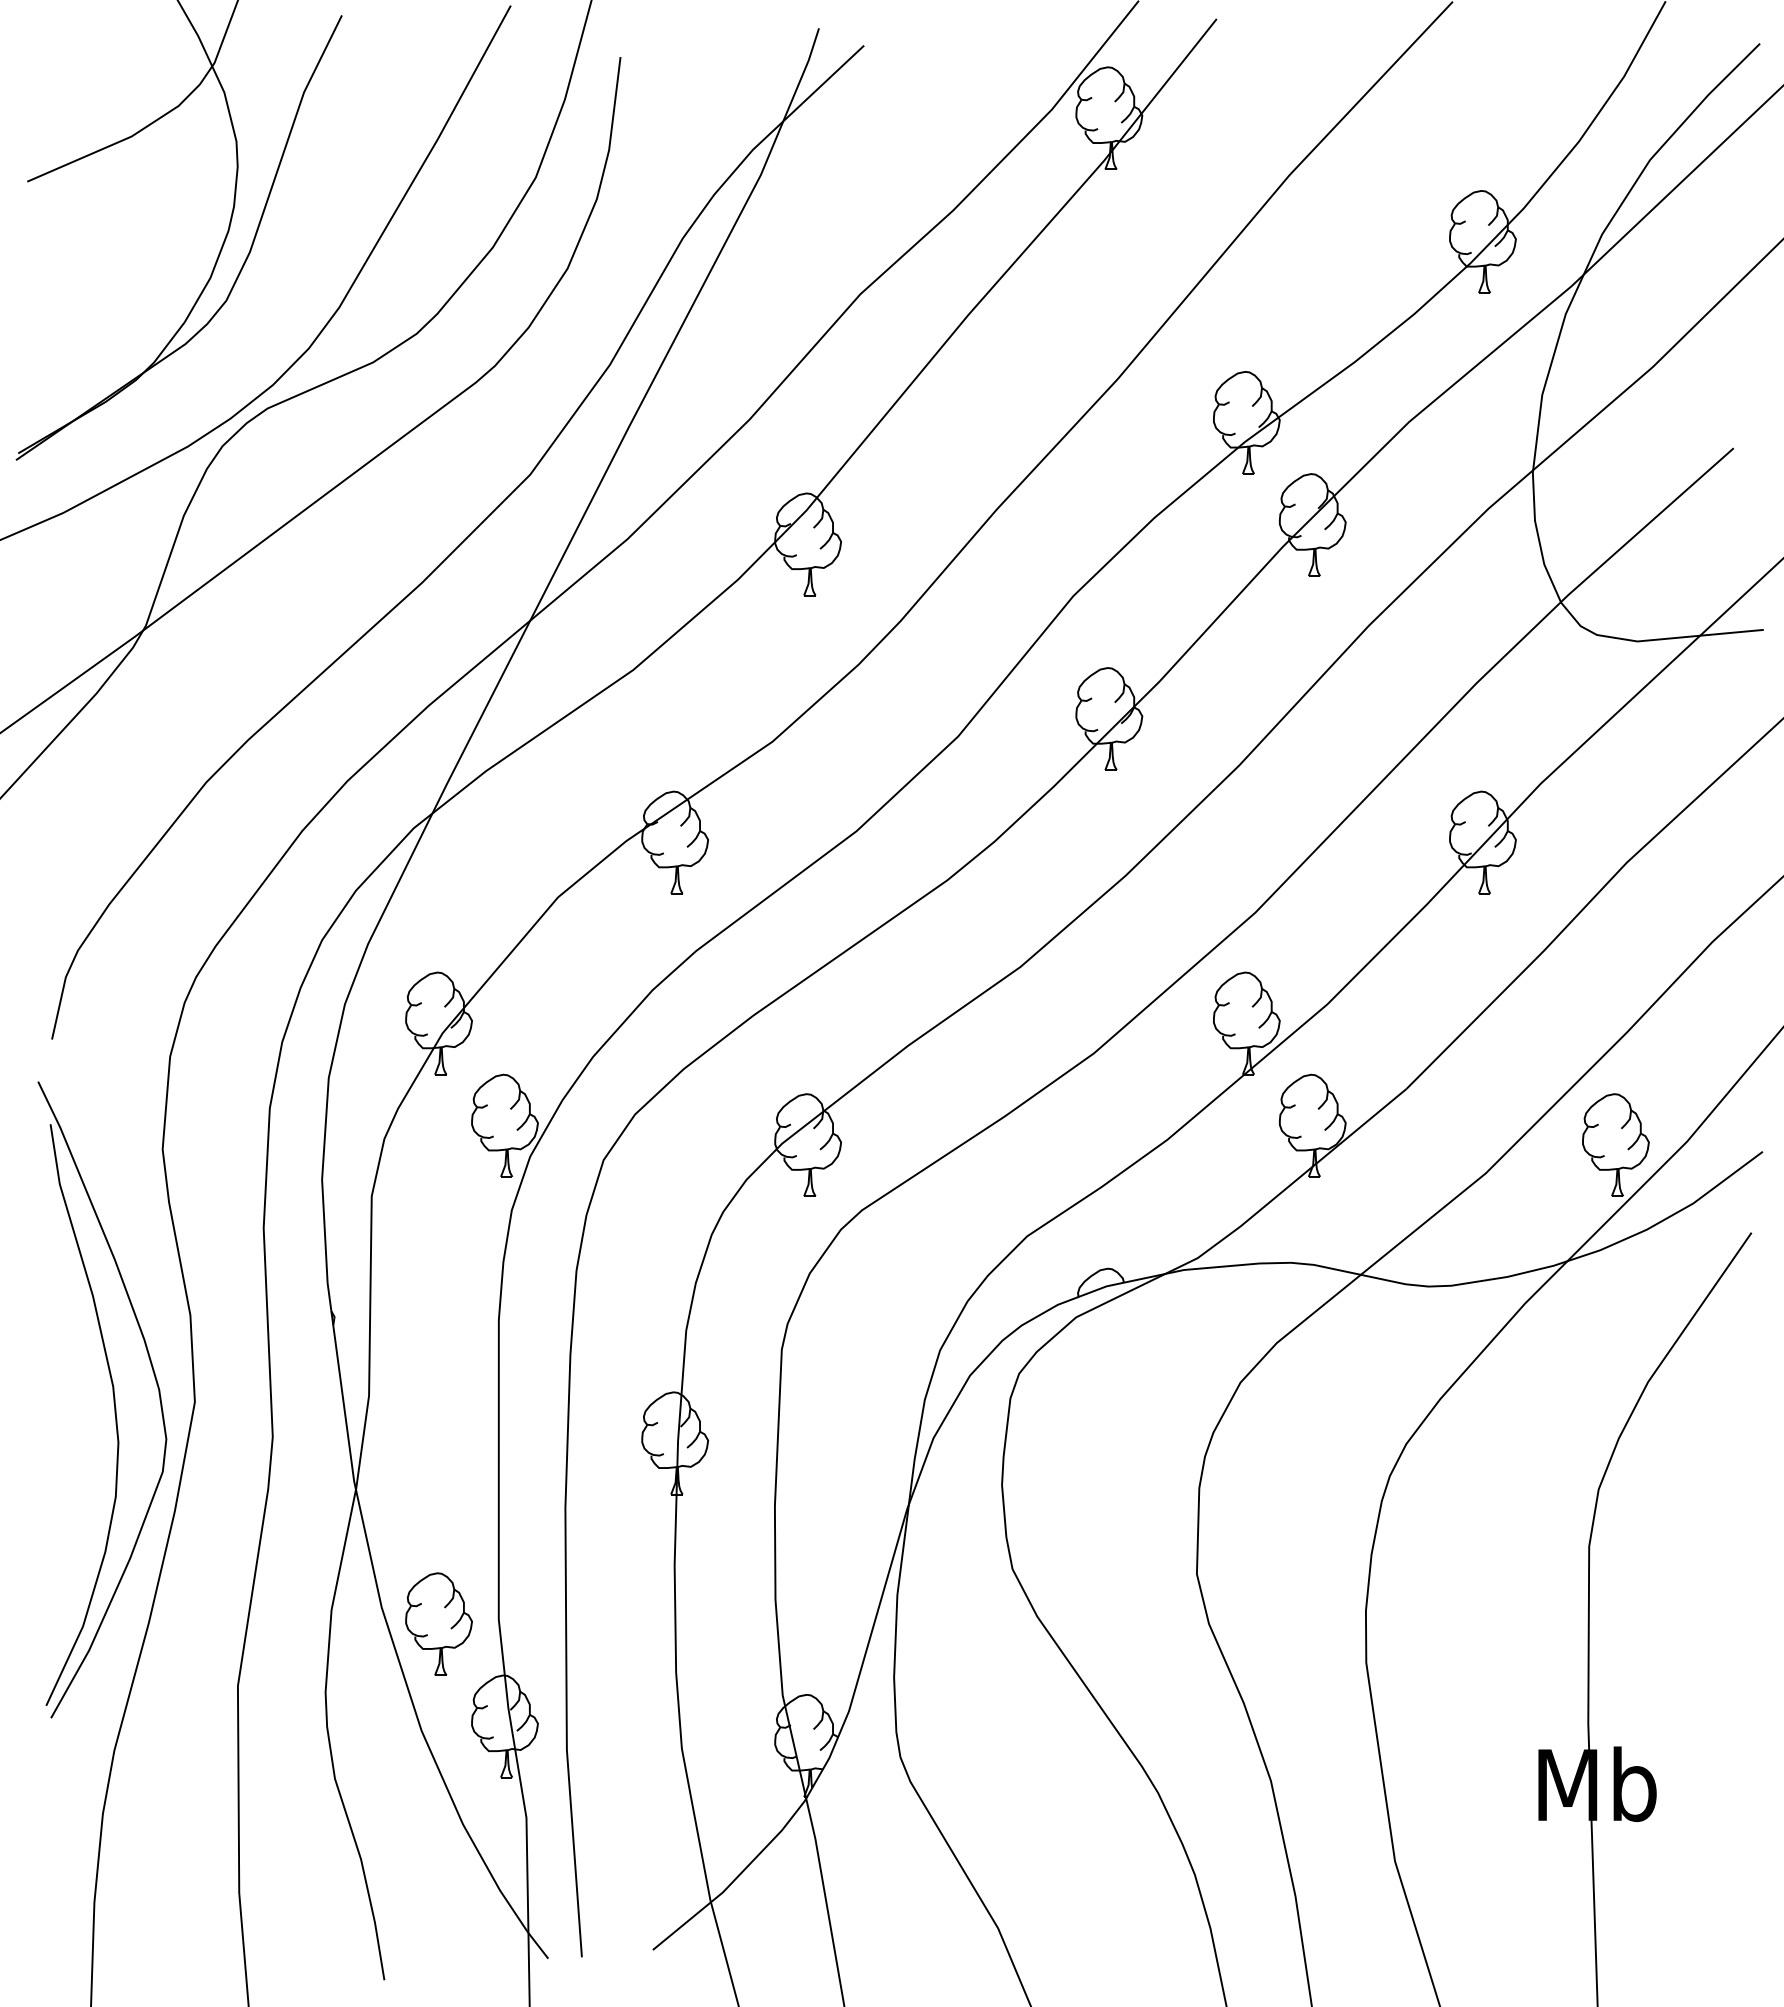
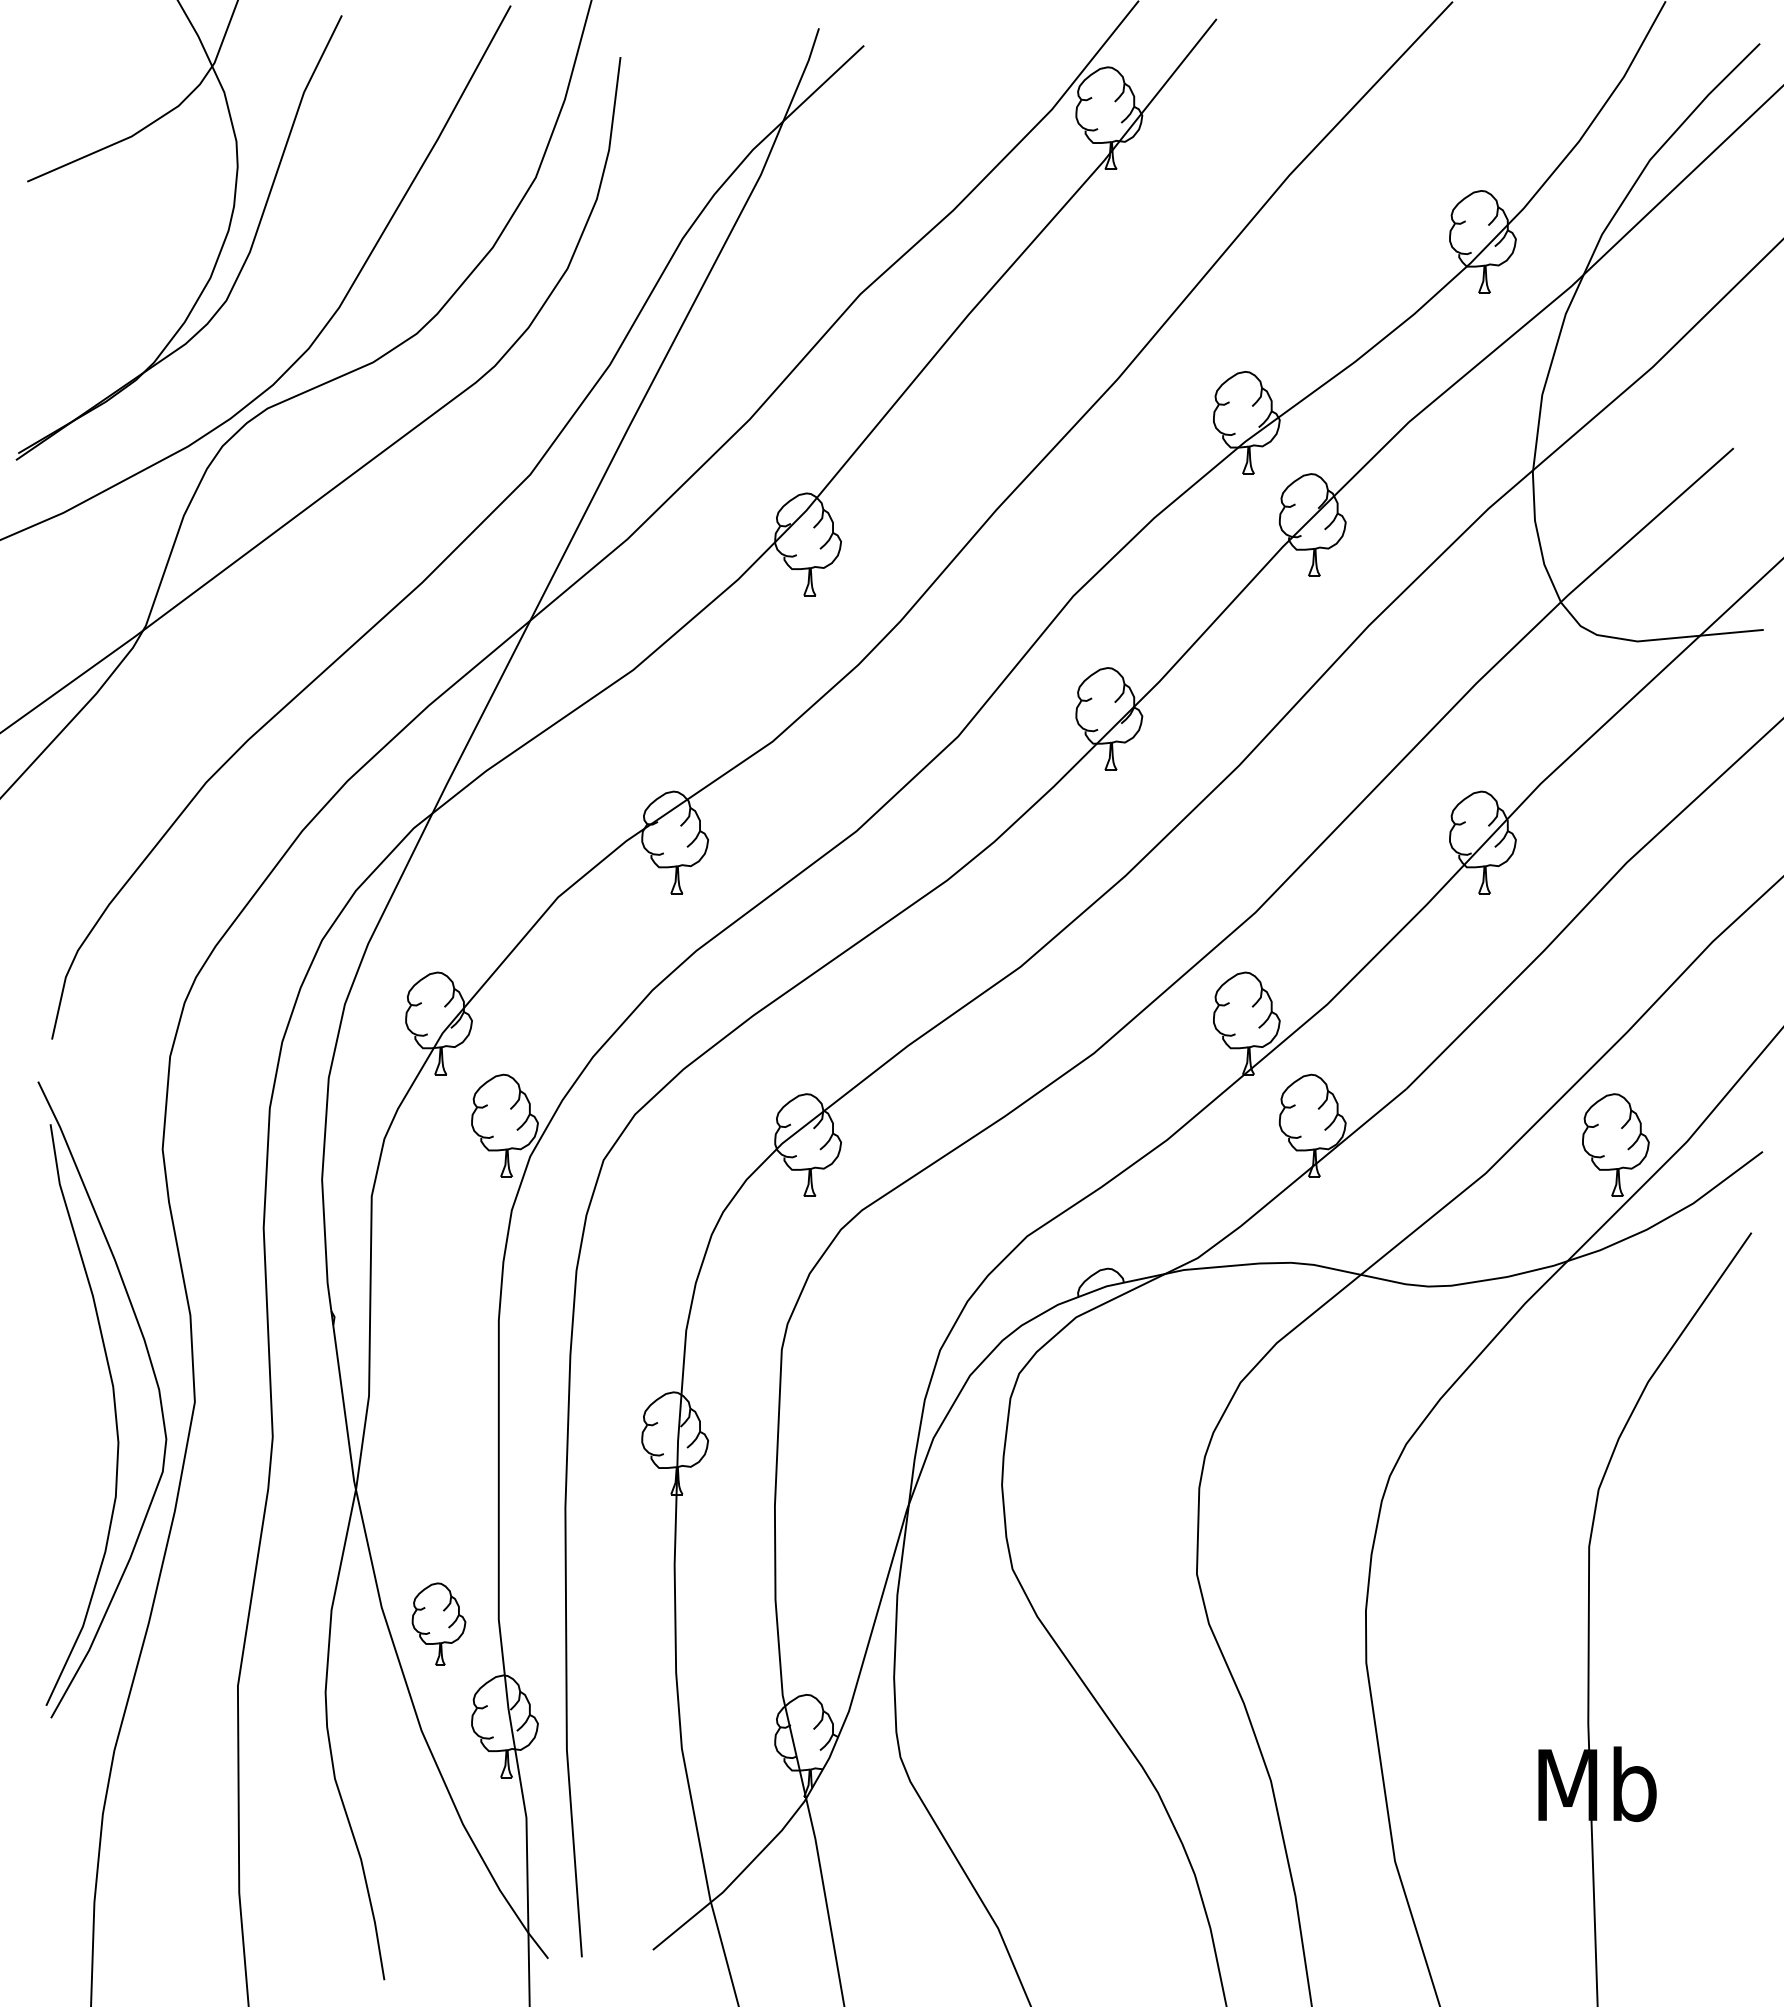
part at (438, 1623) size: 68x104 px -> 56x84 px
